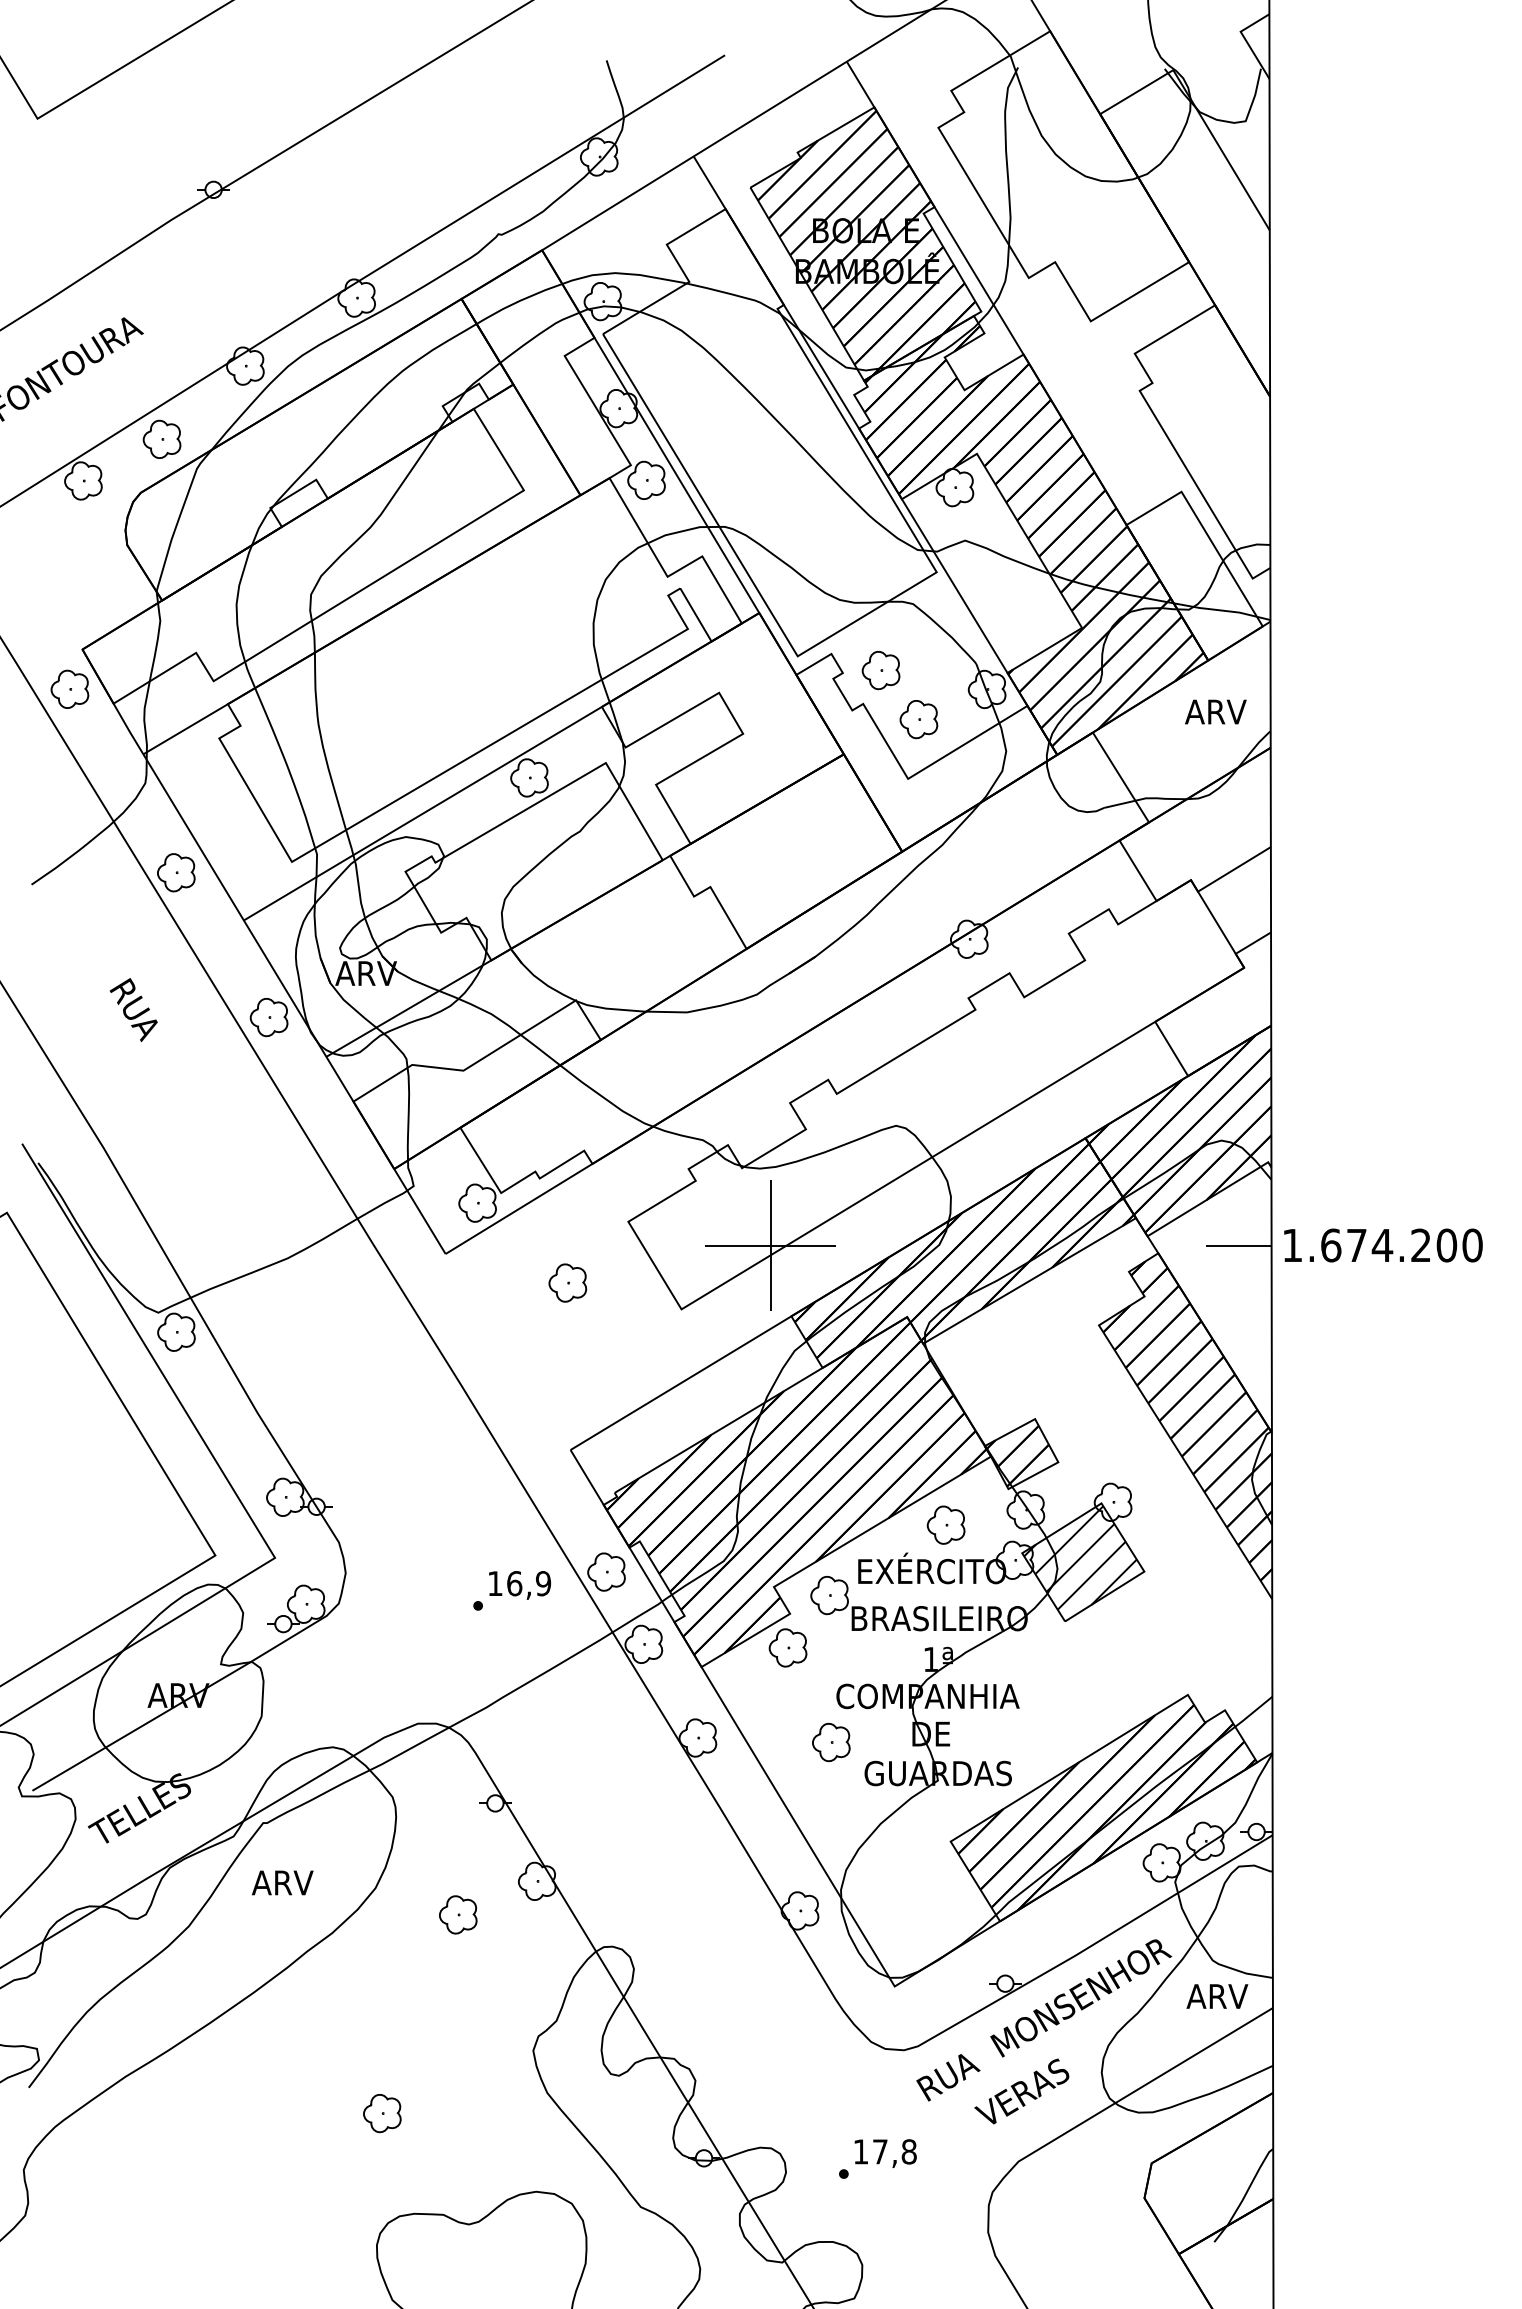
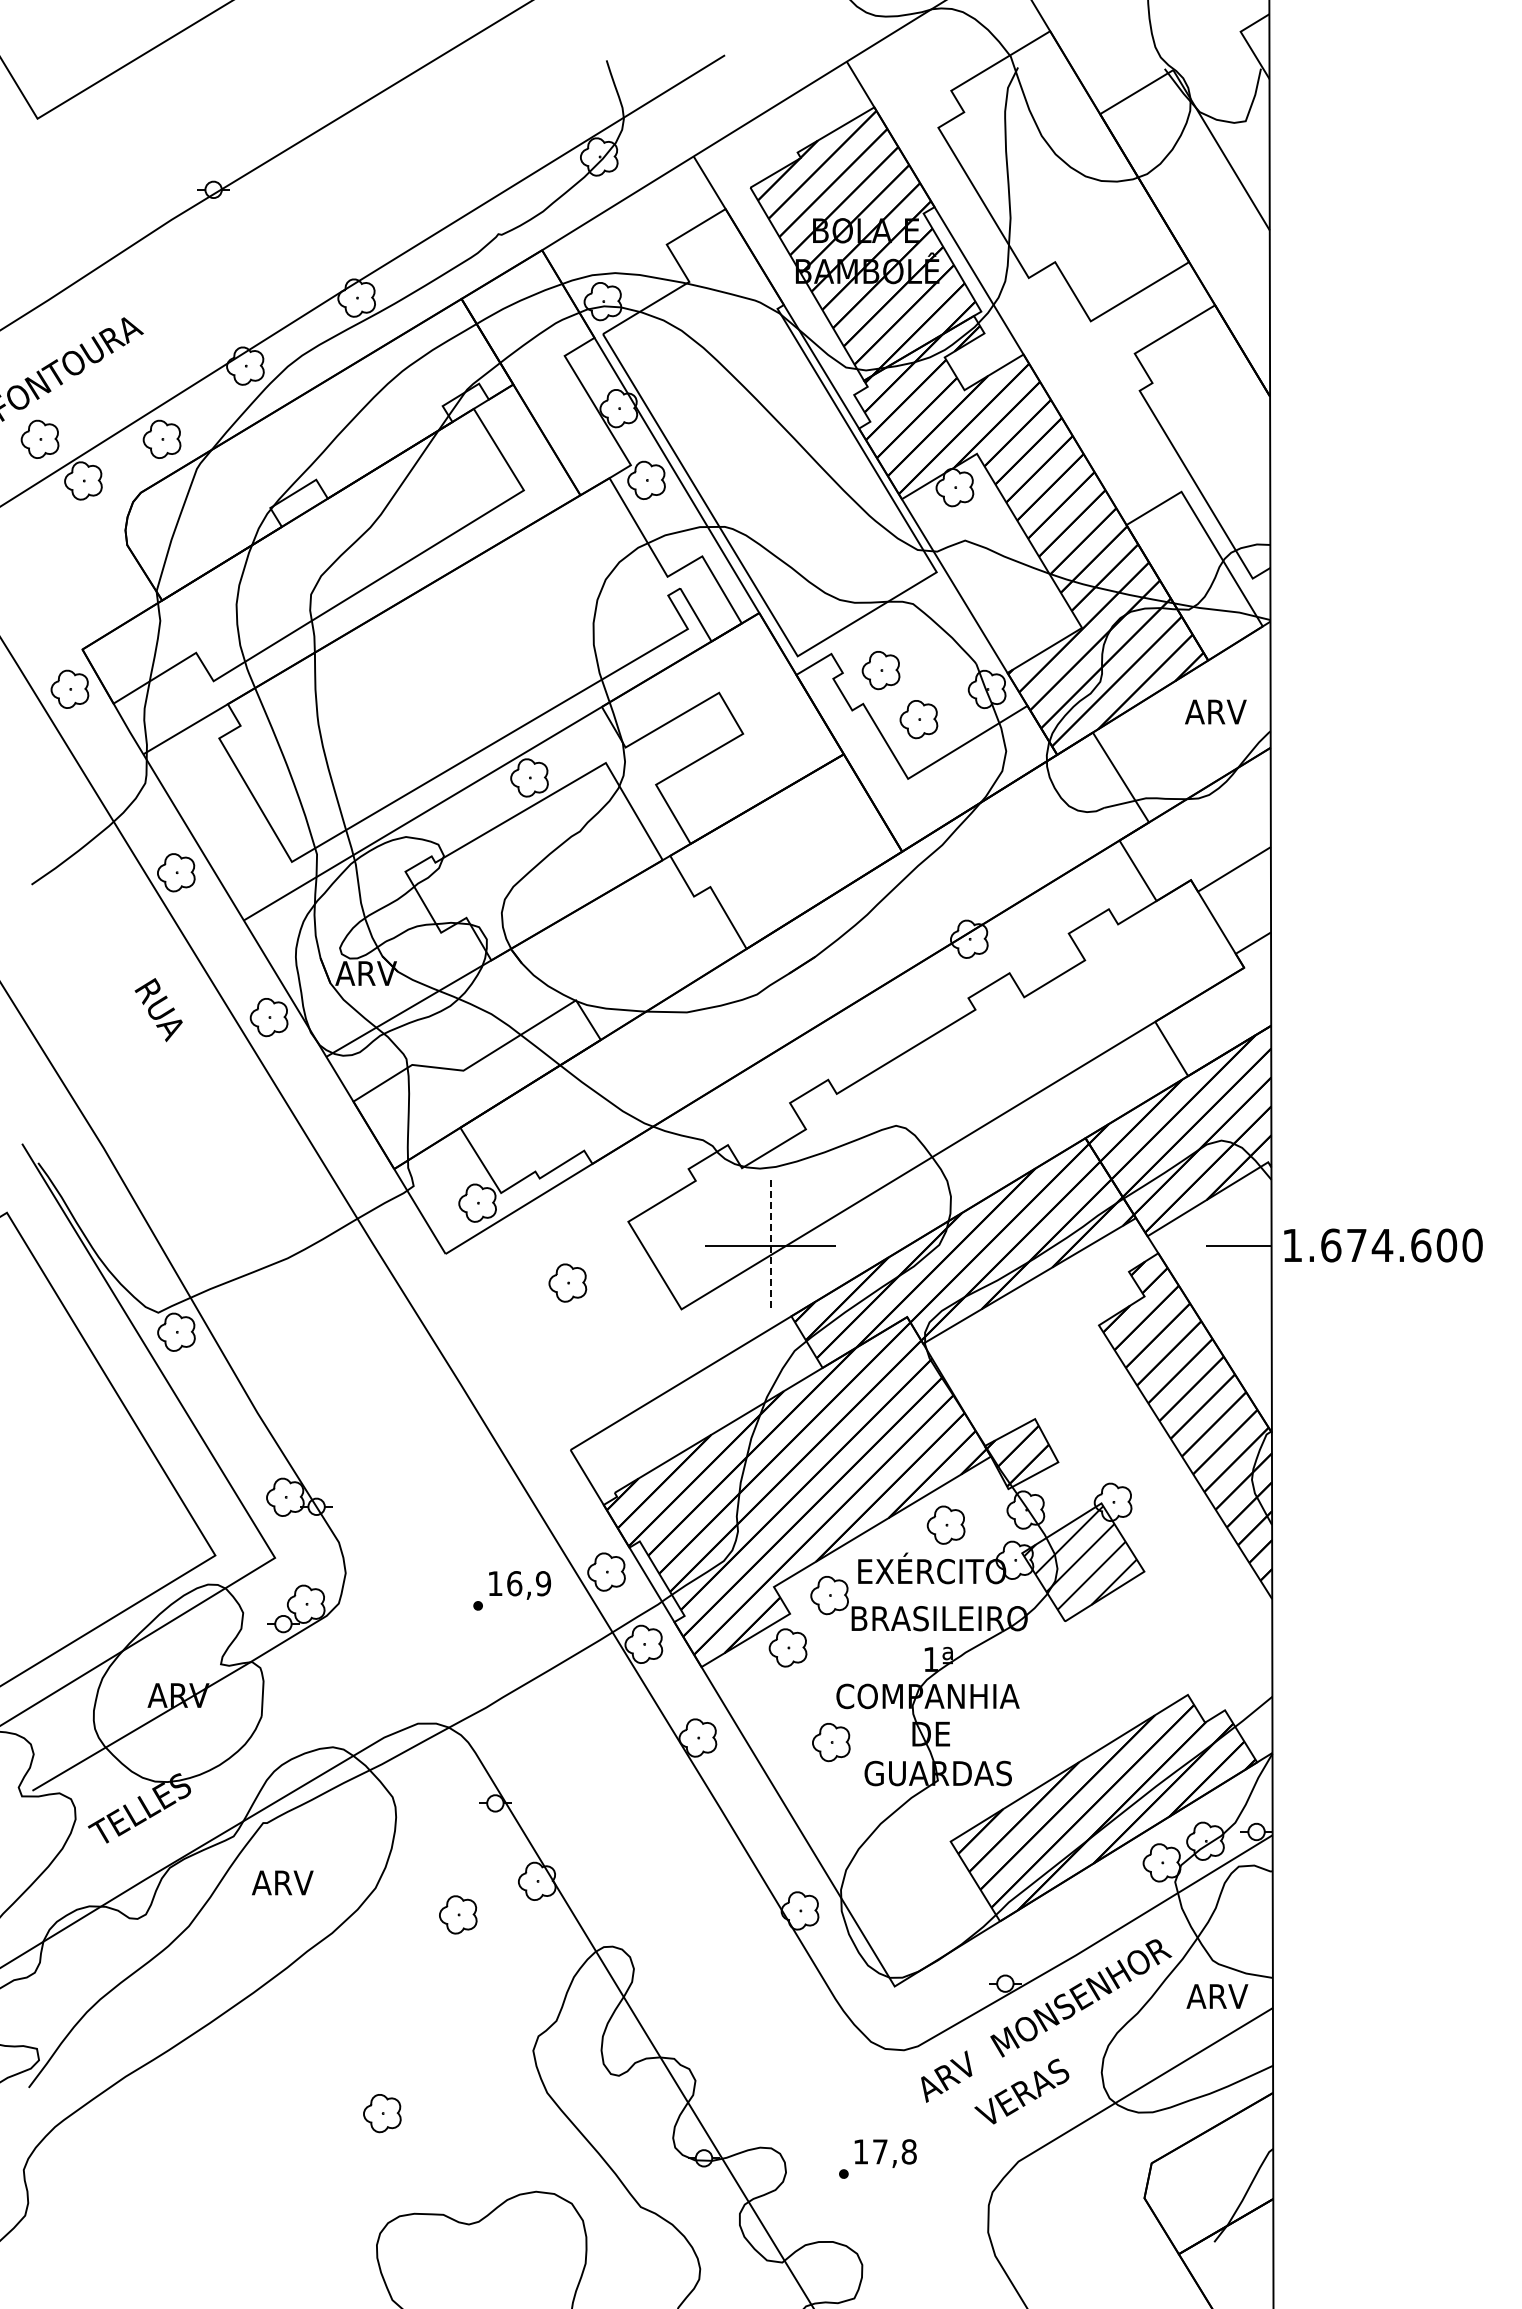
part at (39, 438): none -> present
text at (133, 1010) position: (133, 1010) -> (158, 1010)
line at (770, 1245): solid -> dashed
text at (1421, 1245): 1.674.200 -> 1.674.600
text at (948, 2076): RUA -> ARV
